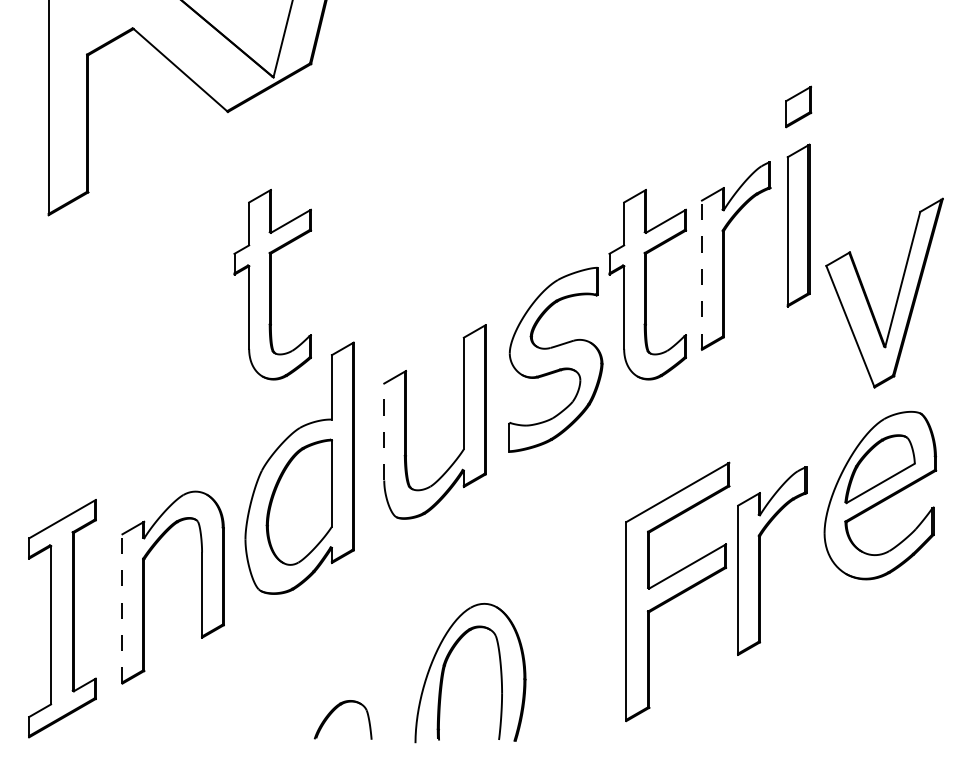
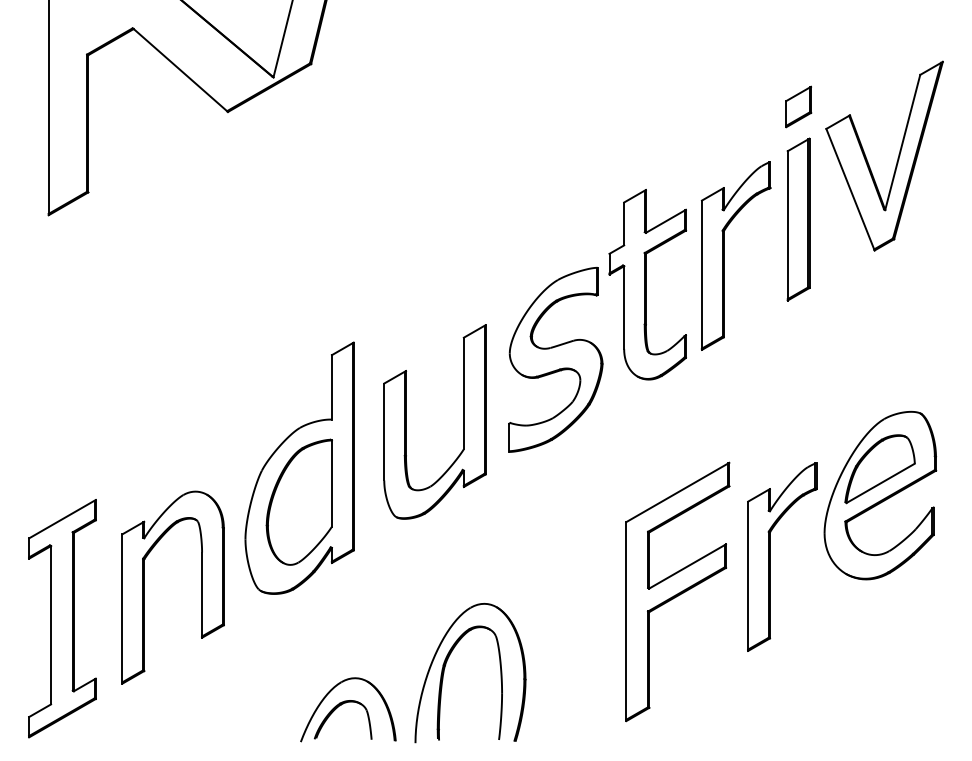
part at (798, 225) position: (798, 225) -> (798, 219)
line at (701, 275): dashed -> solid
part at (272, 284): present -> none
part at (897, 294) position: (897, 294) -> (897, 157)
line at (384, 431): dashed -> solid
part at (760, 560) position: (760, 560) -> (770, 556)
line at (122, 608): dashed -> solid
part at (331, 691): none -> present
